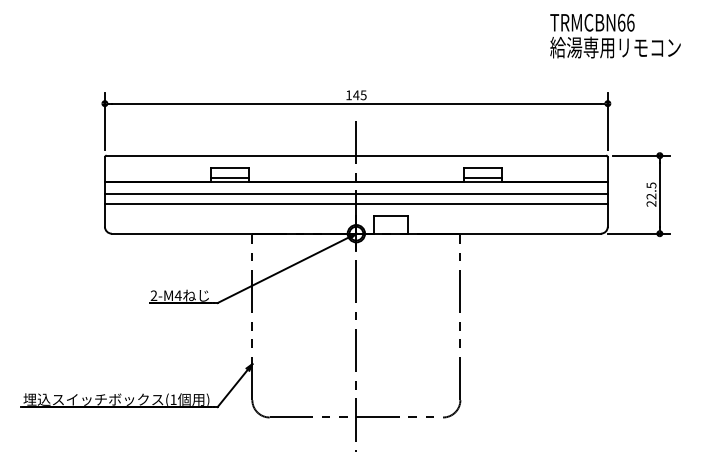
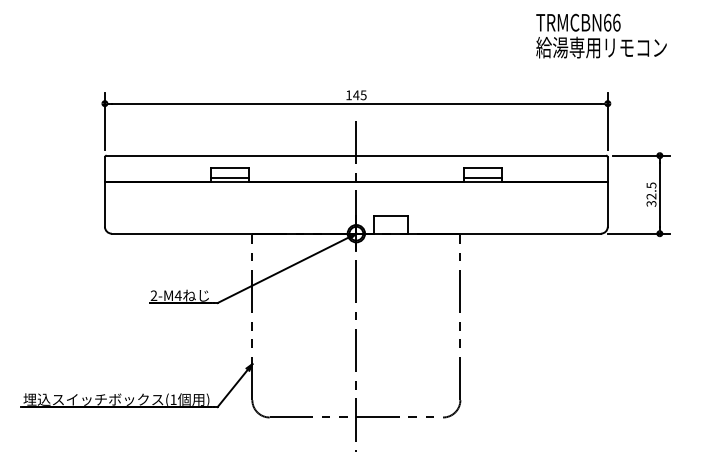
text at (615, 35) position: (615, 35) -> (601, 35)
line at (355, 193): present -> none
text at (651, 203): 22.5 -> 32.5
line at (355, 204): present -> none
